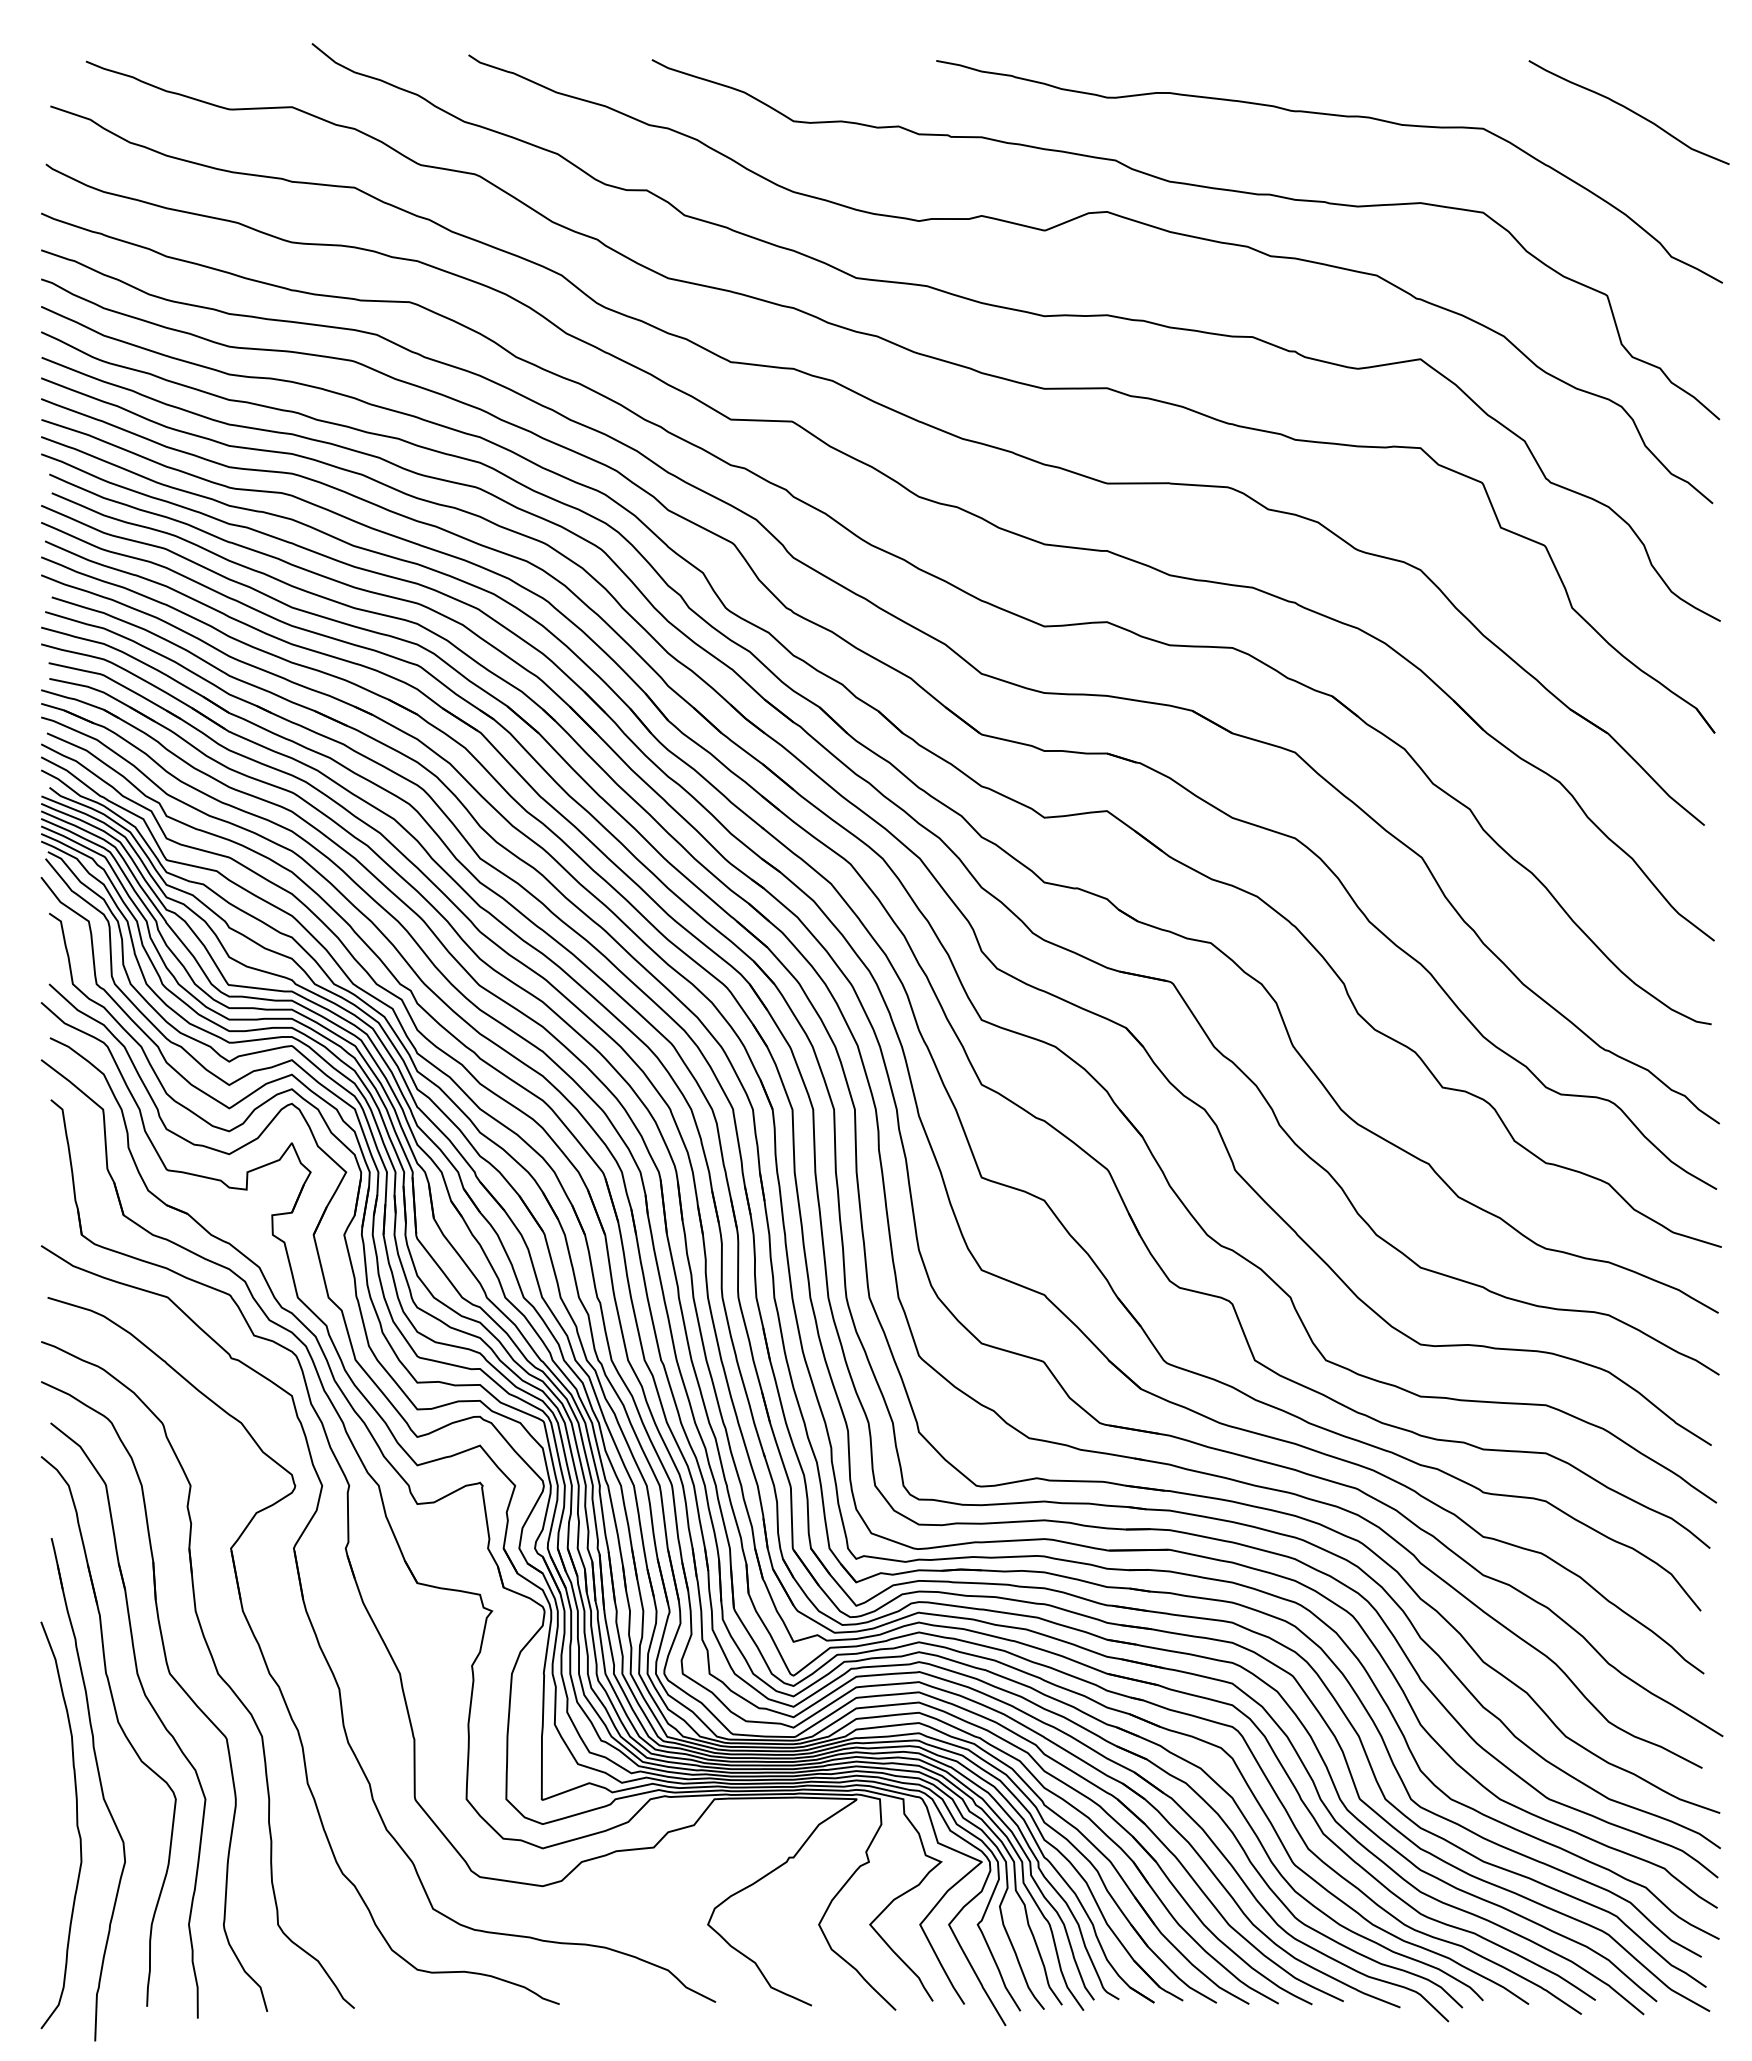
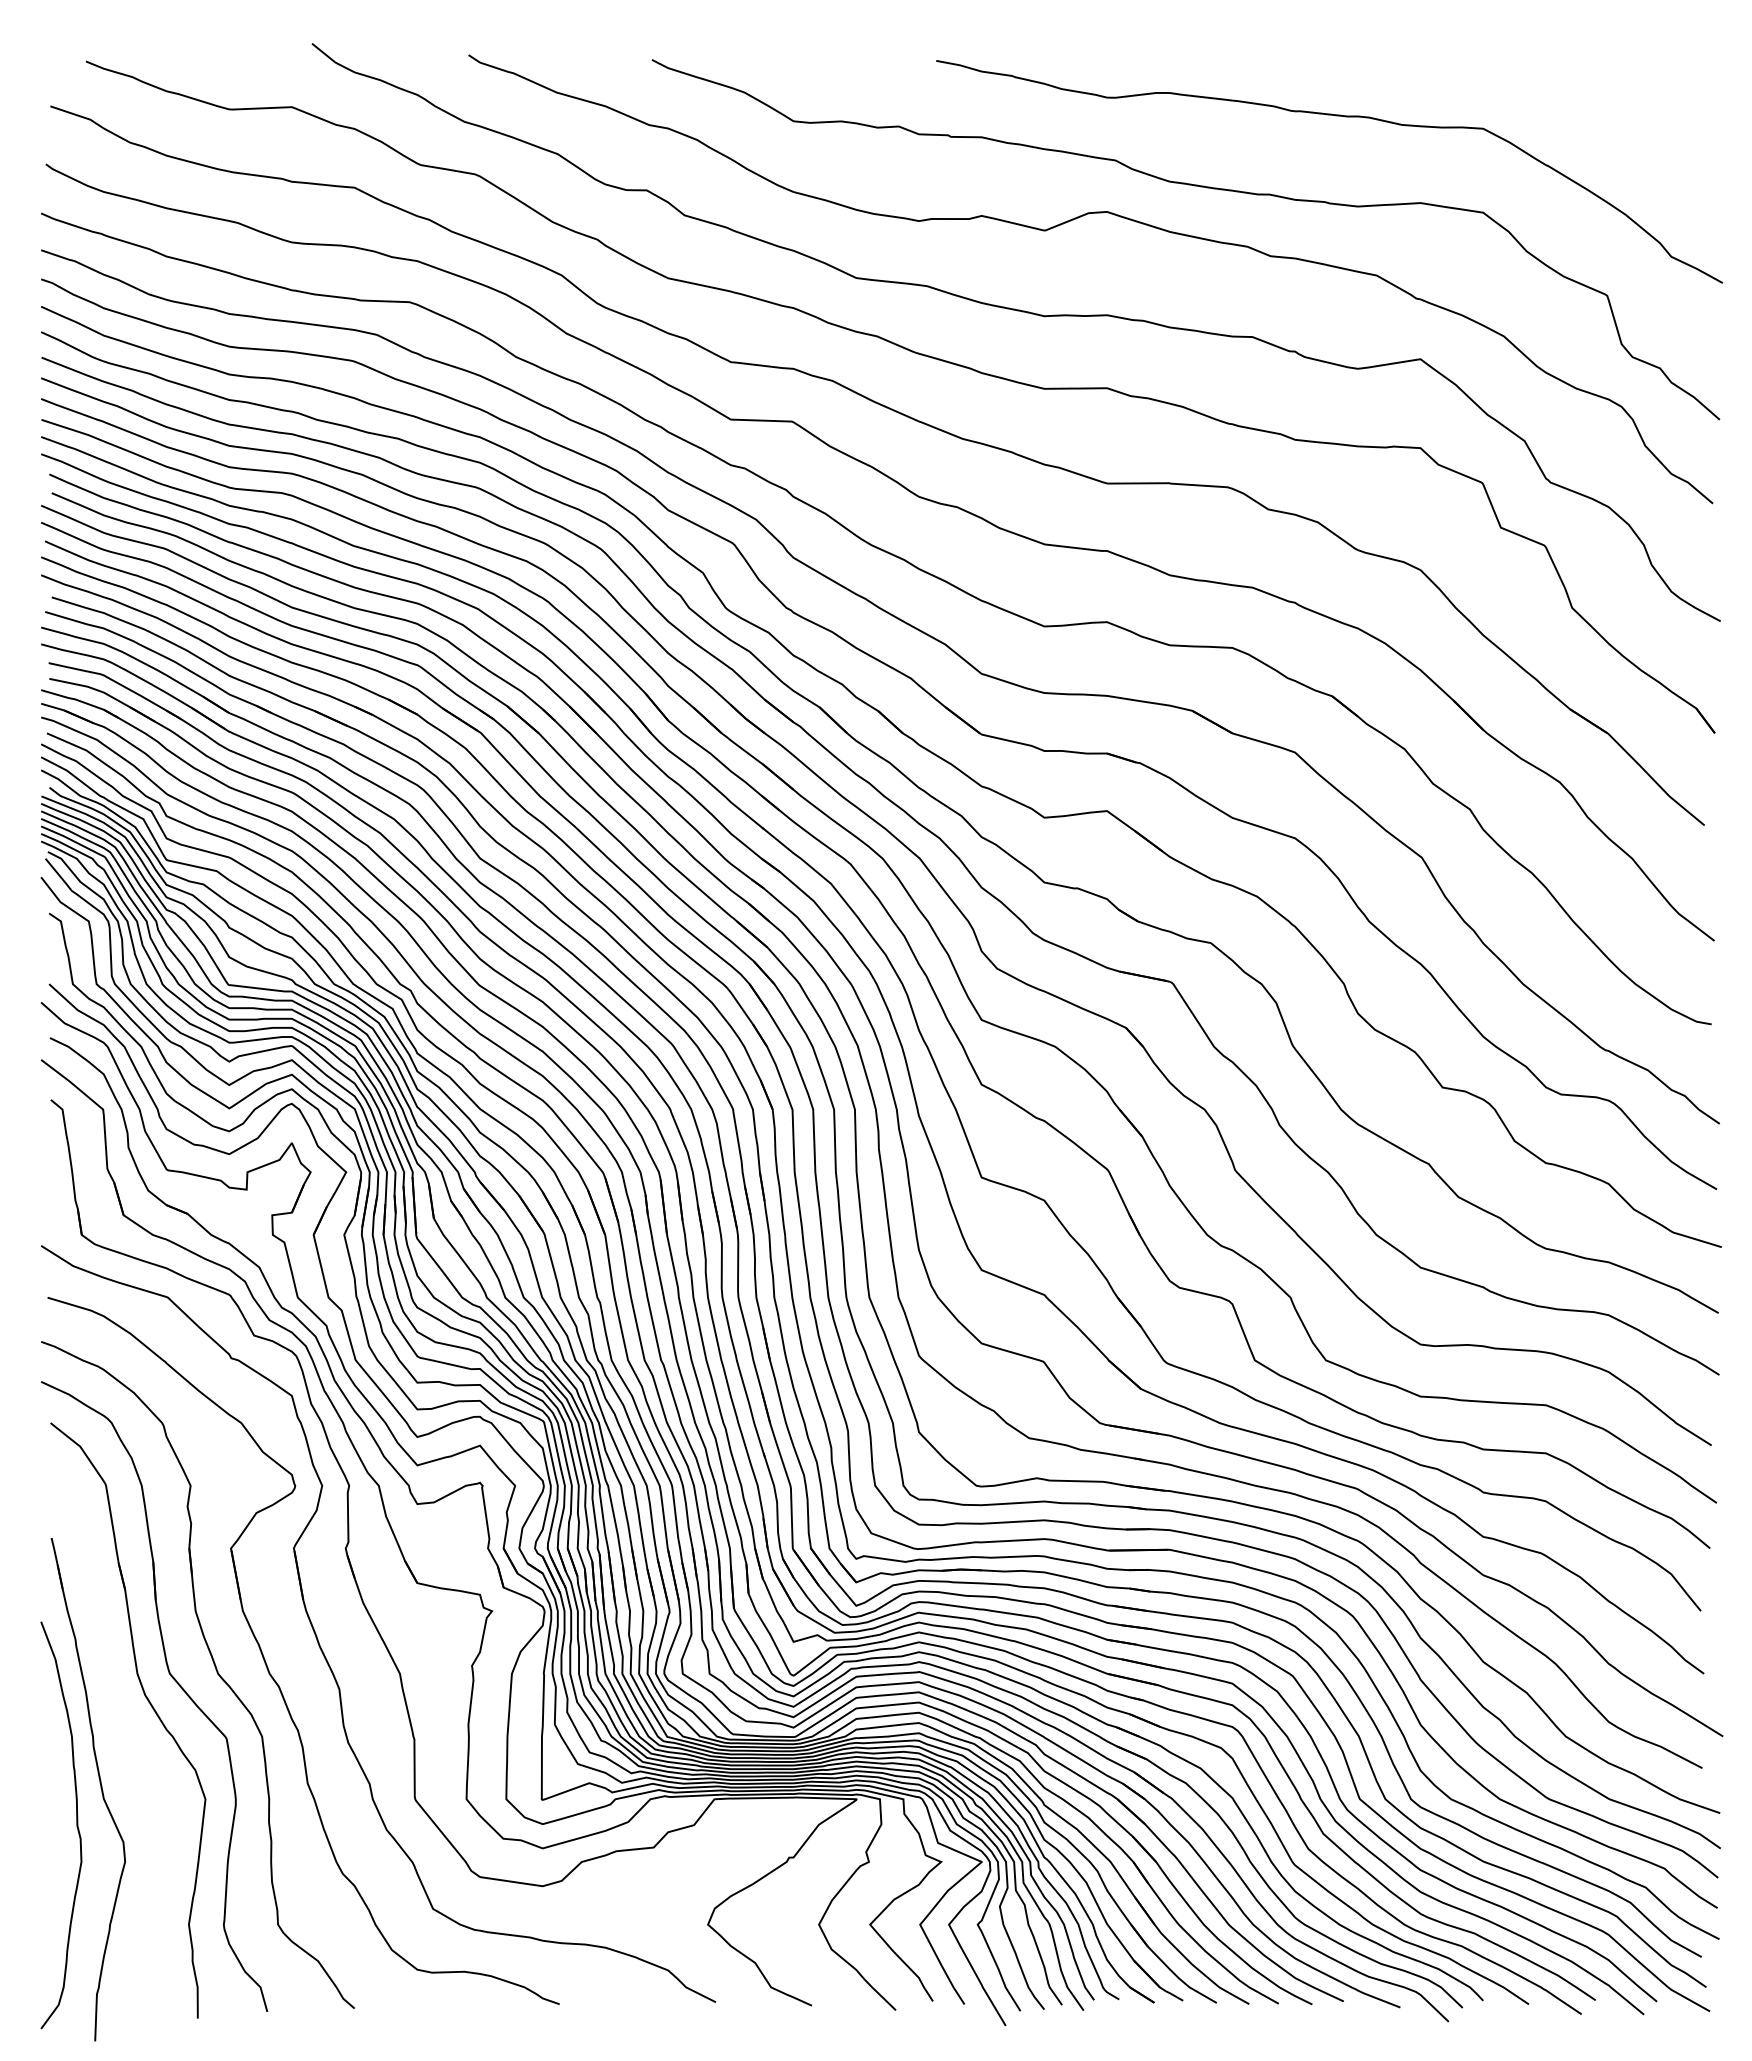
curve at (1628, 110): present -> none
part at (119, 1726): present -> none
